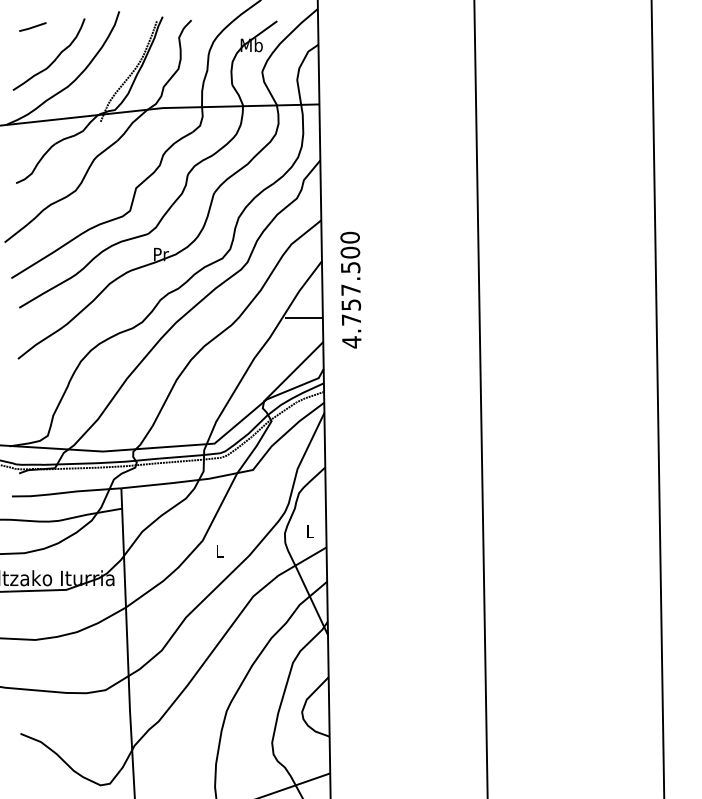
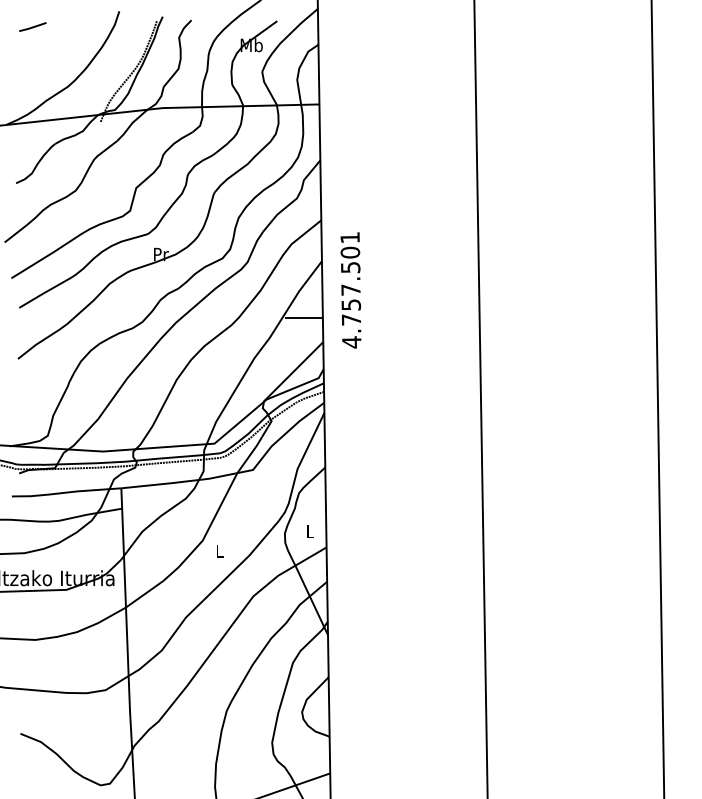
curve at (54, 59): present -> none
text at (349, 237): 4.757.500 -> 4.757.501
